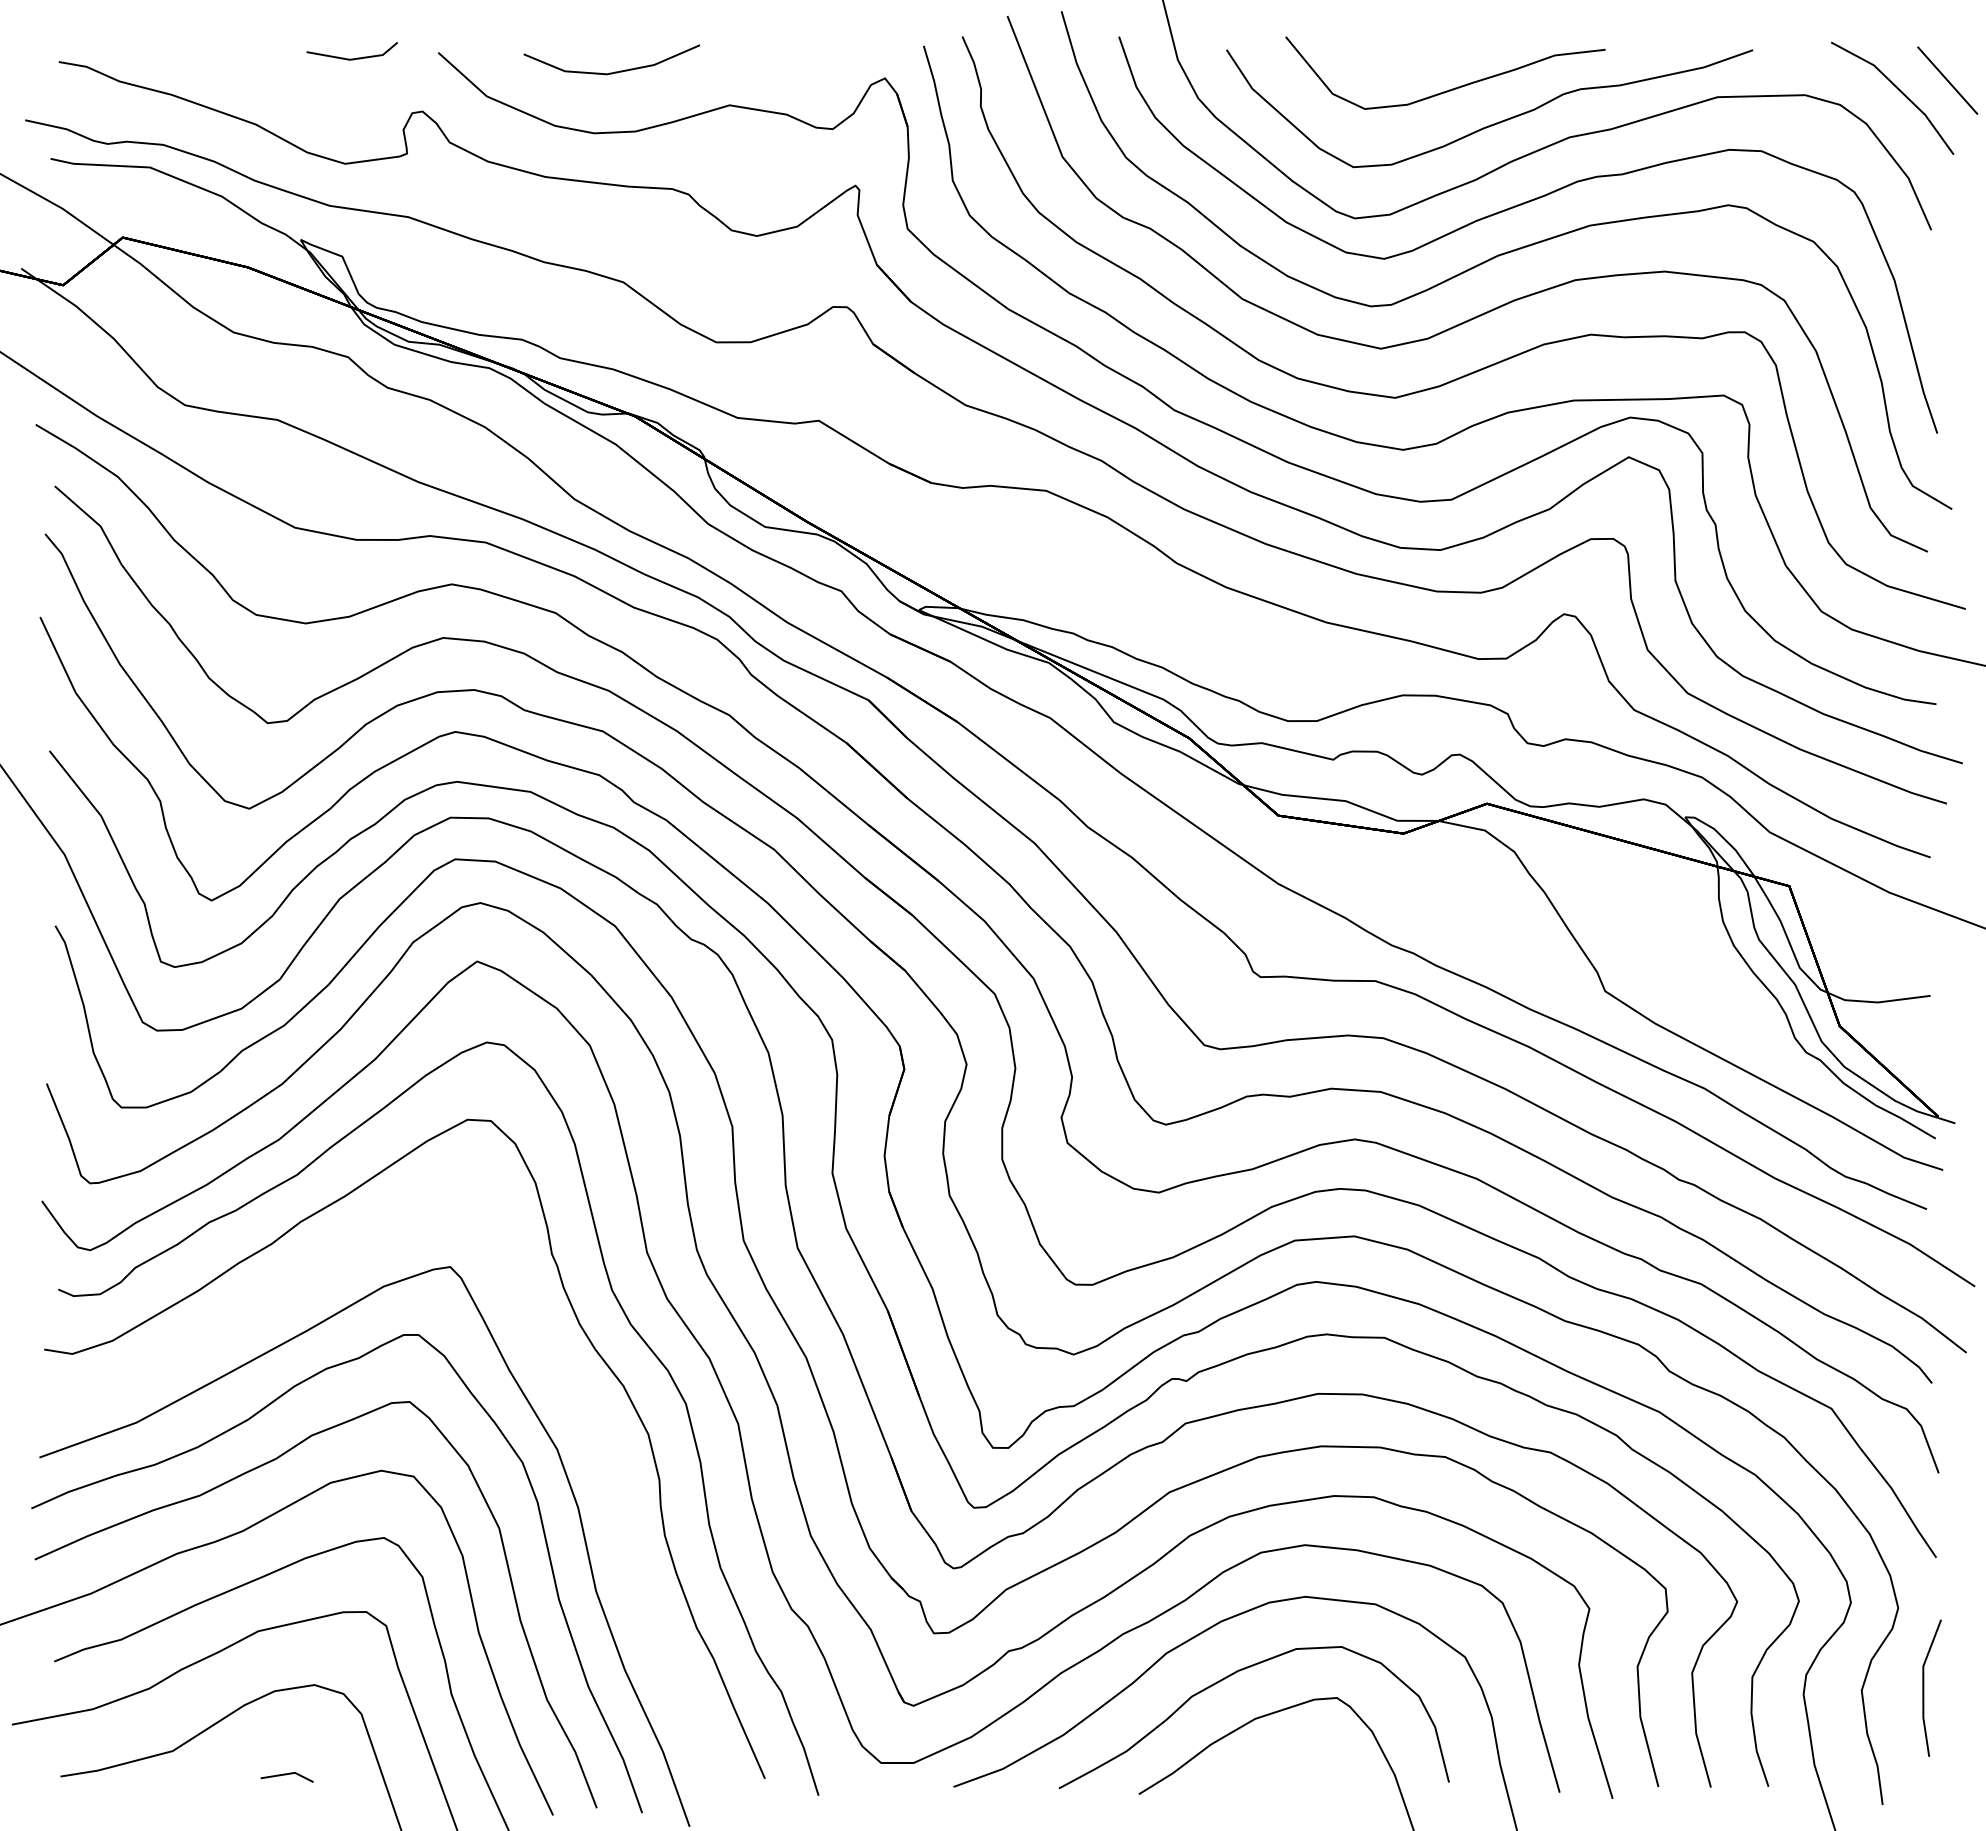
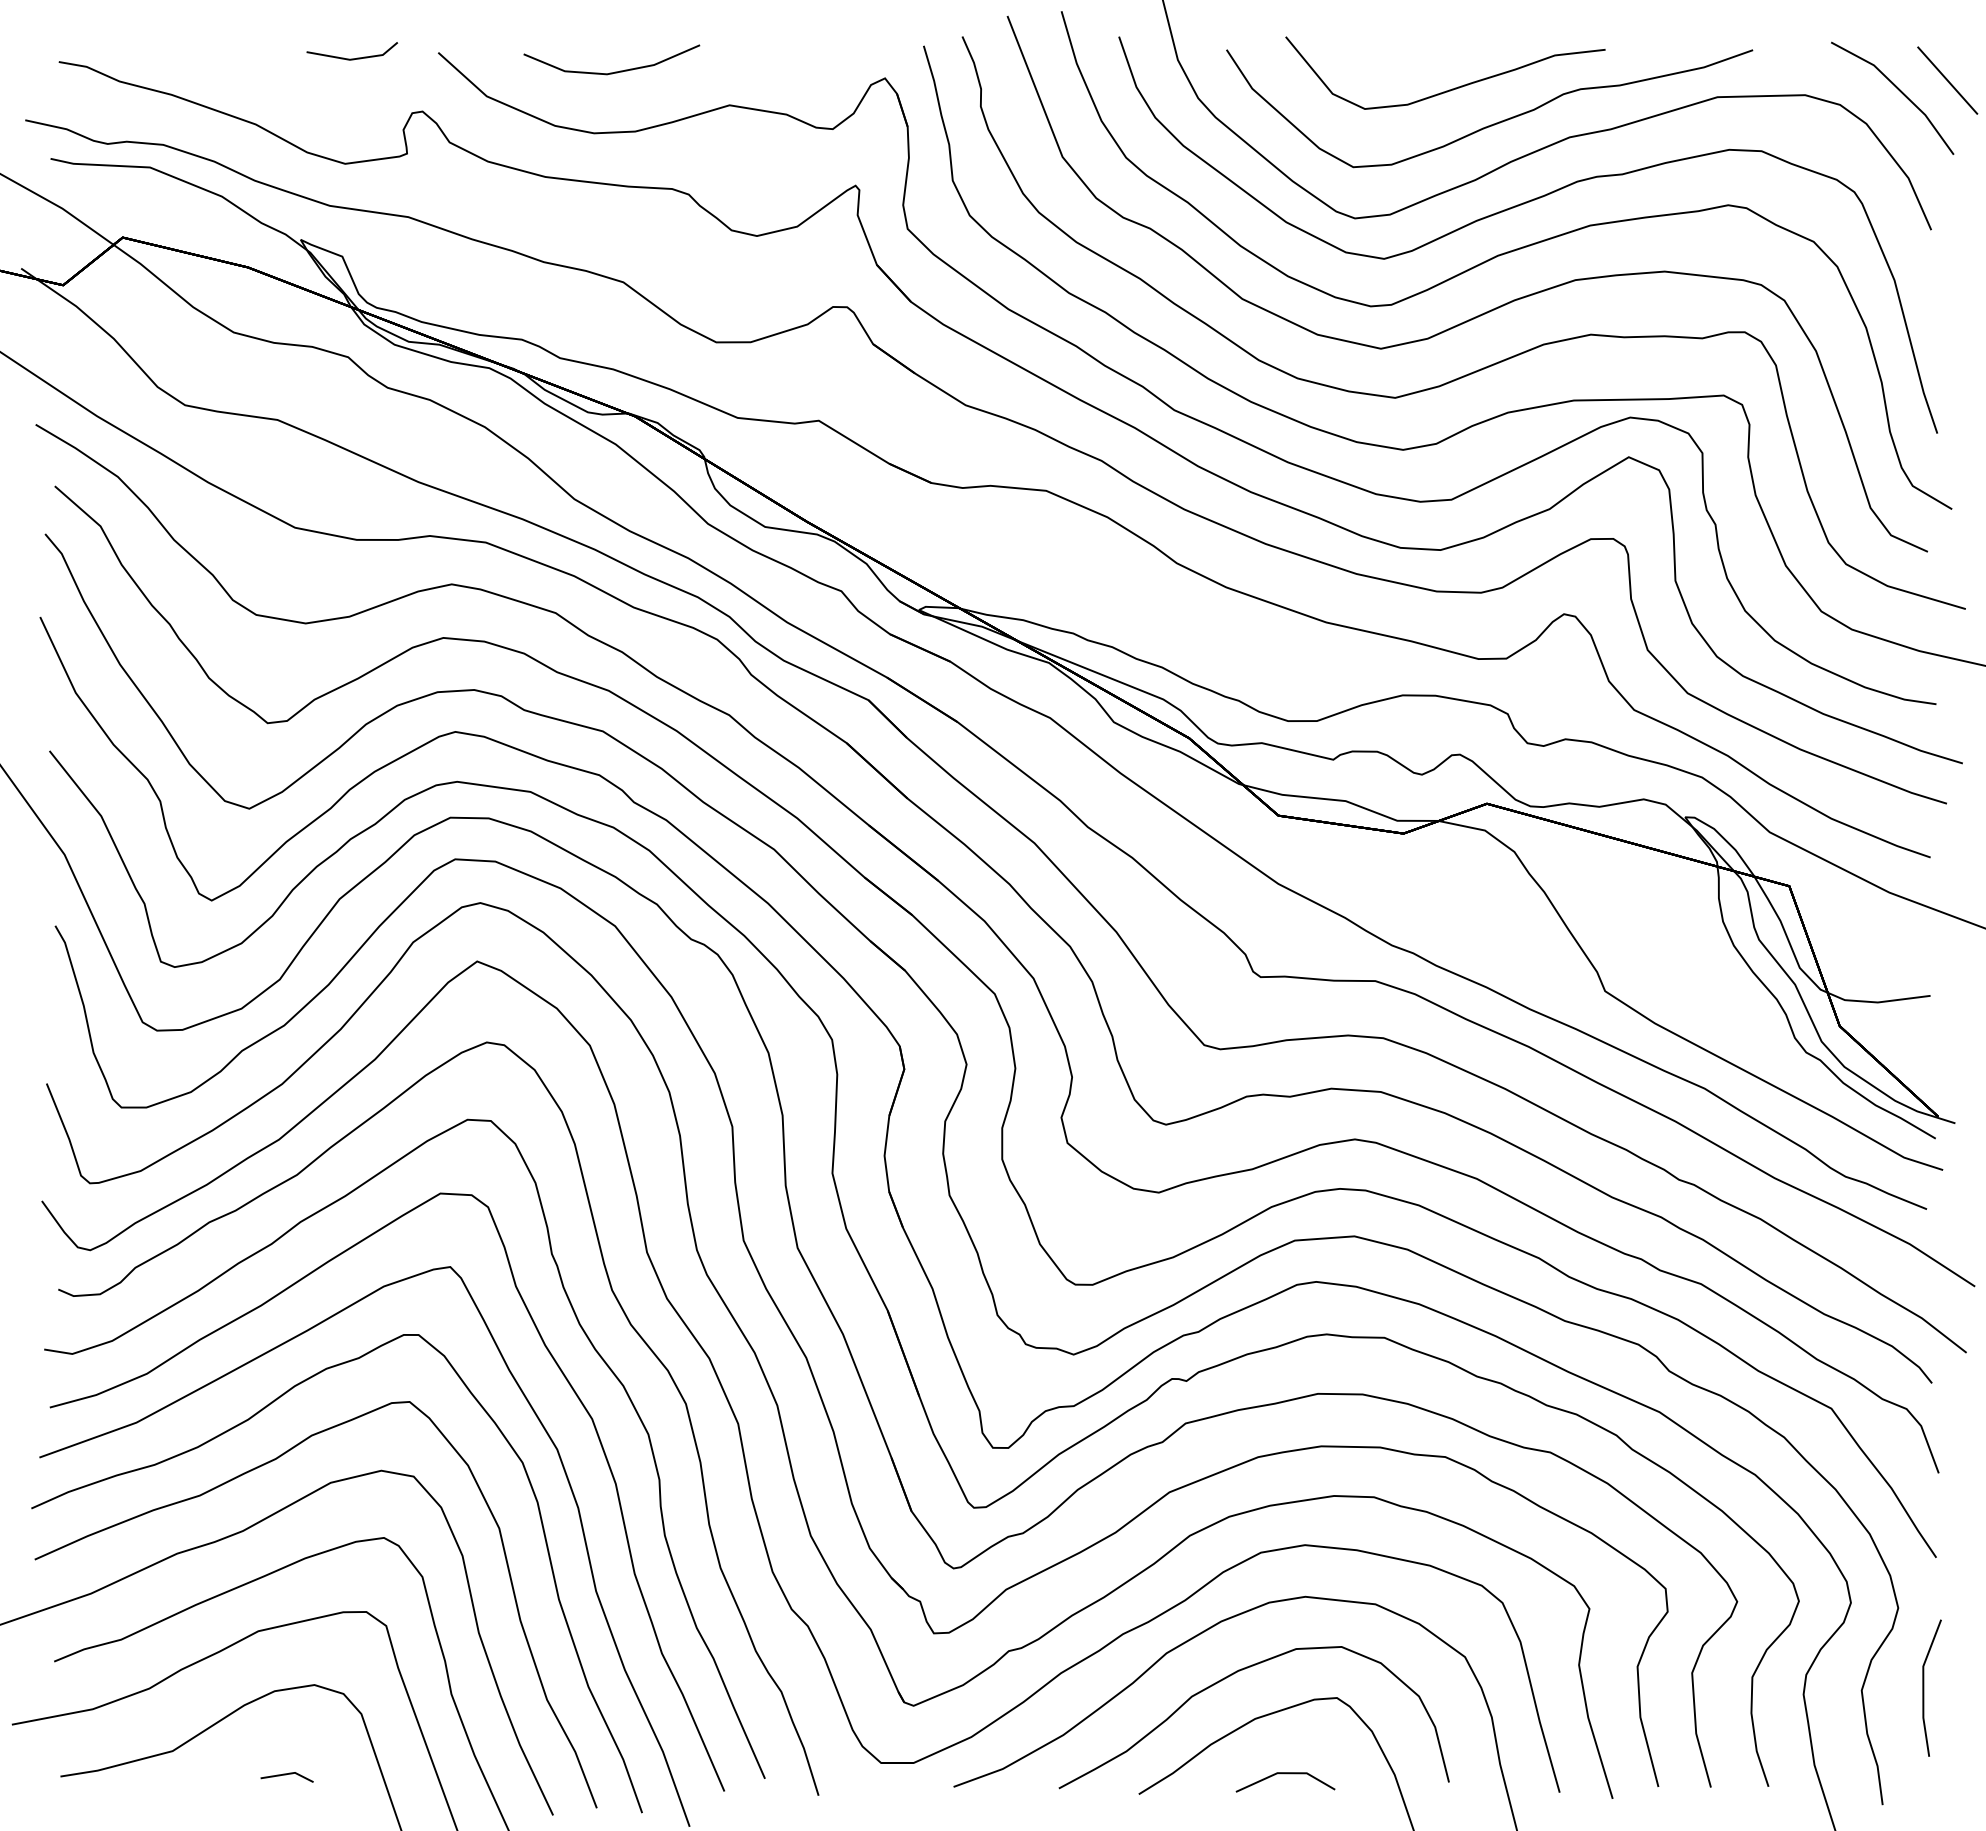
part at (565, 1379): none -> present
part at (1285, 1774): none -> present
